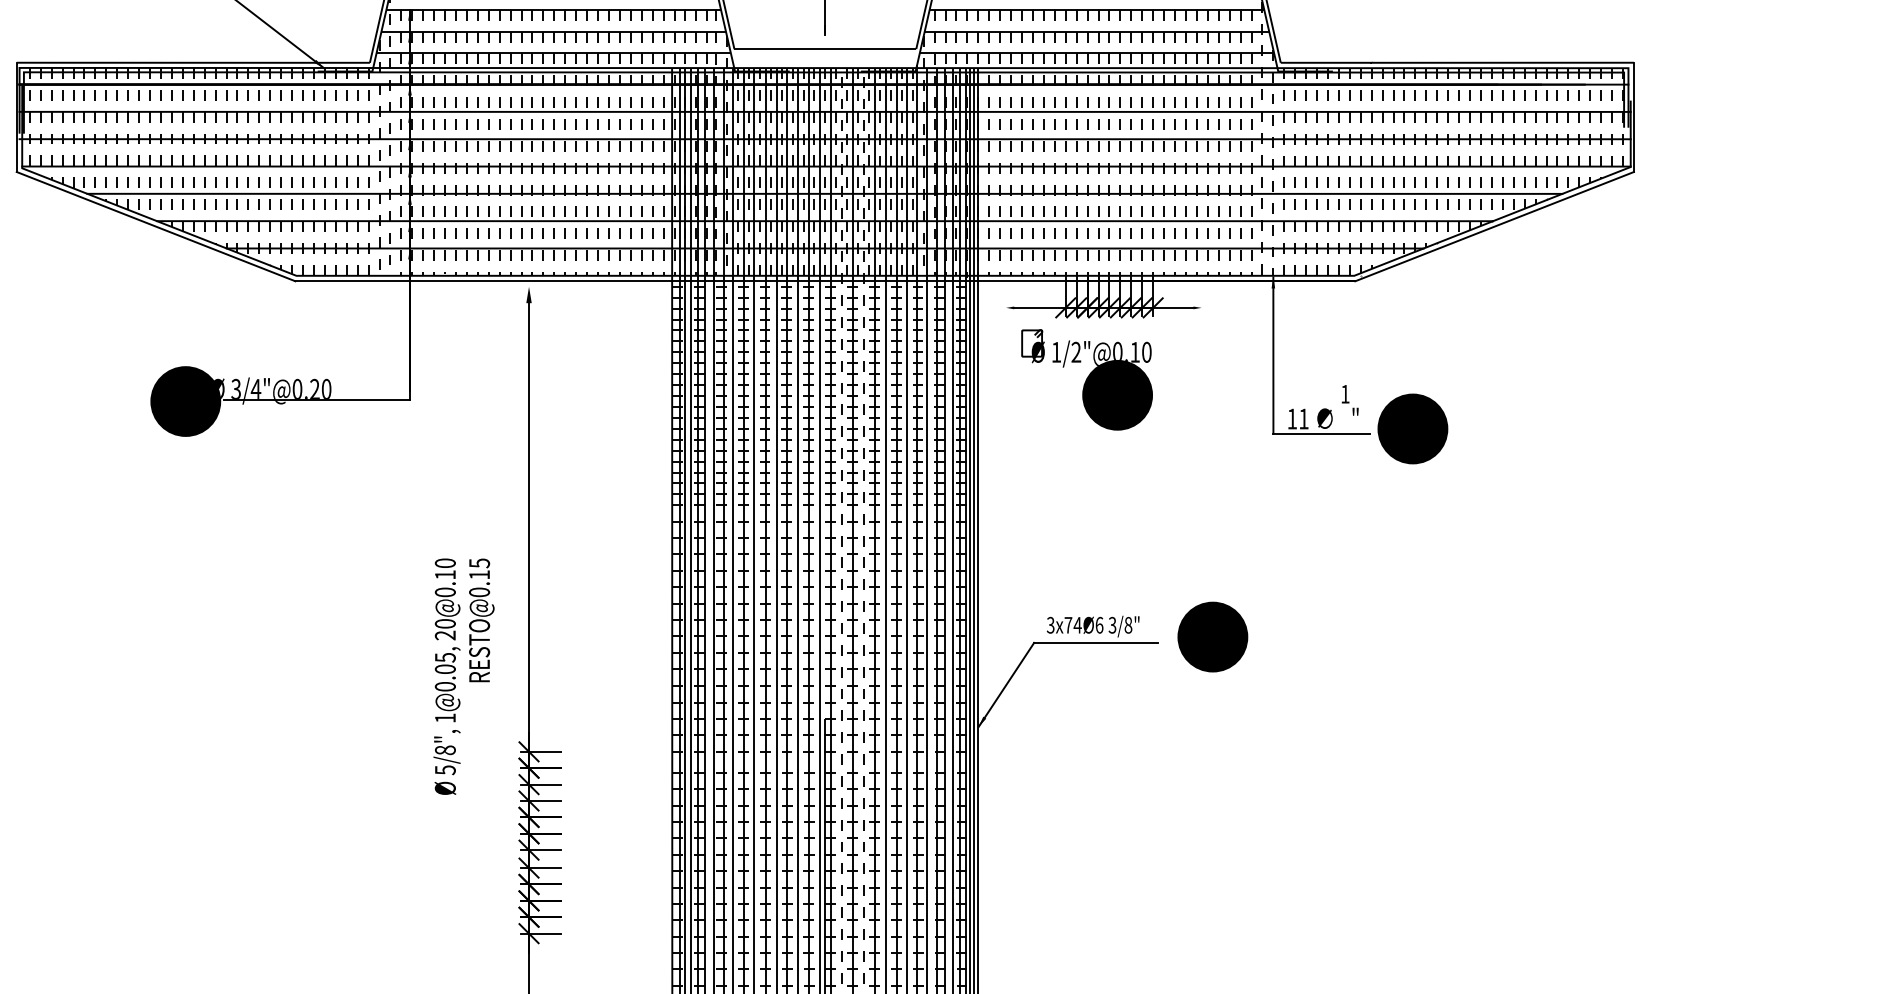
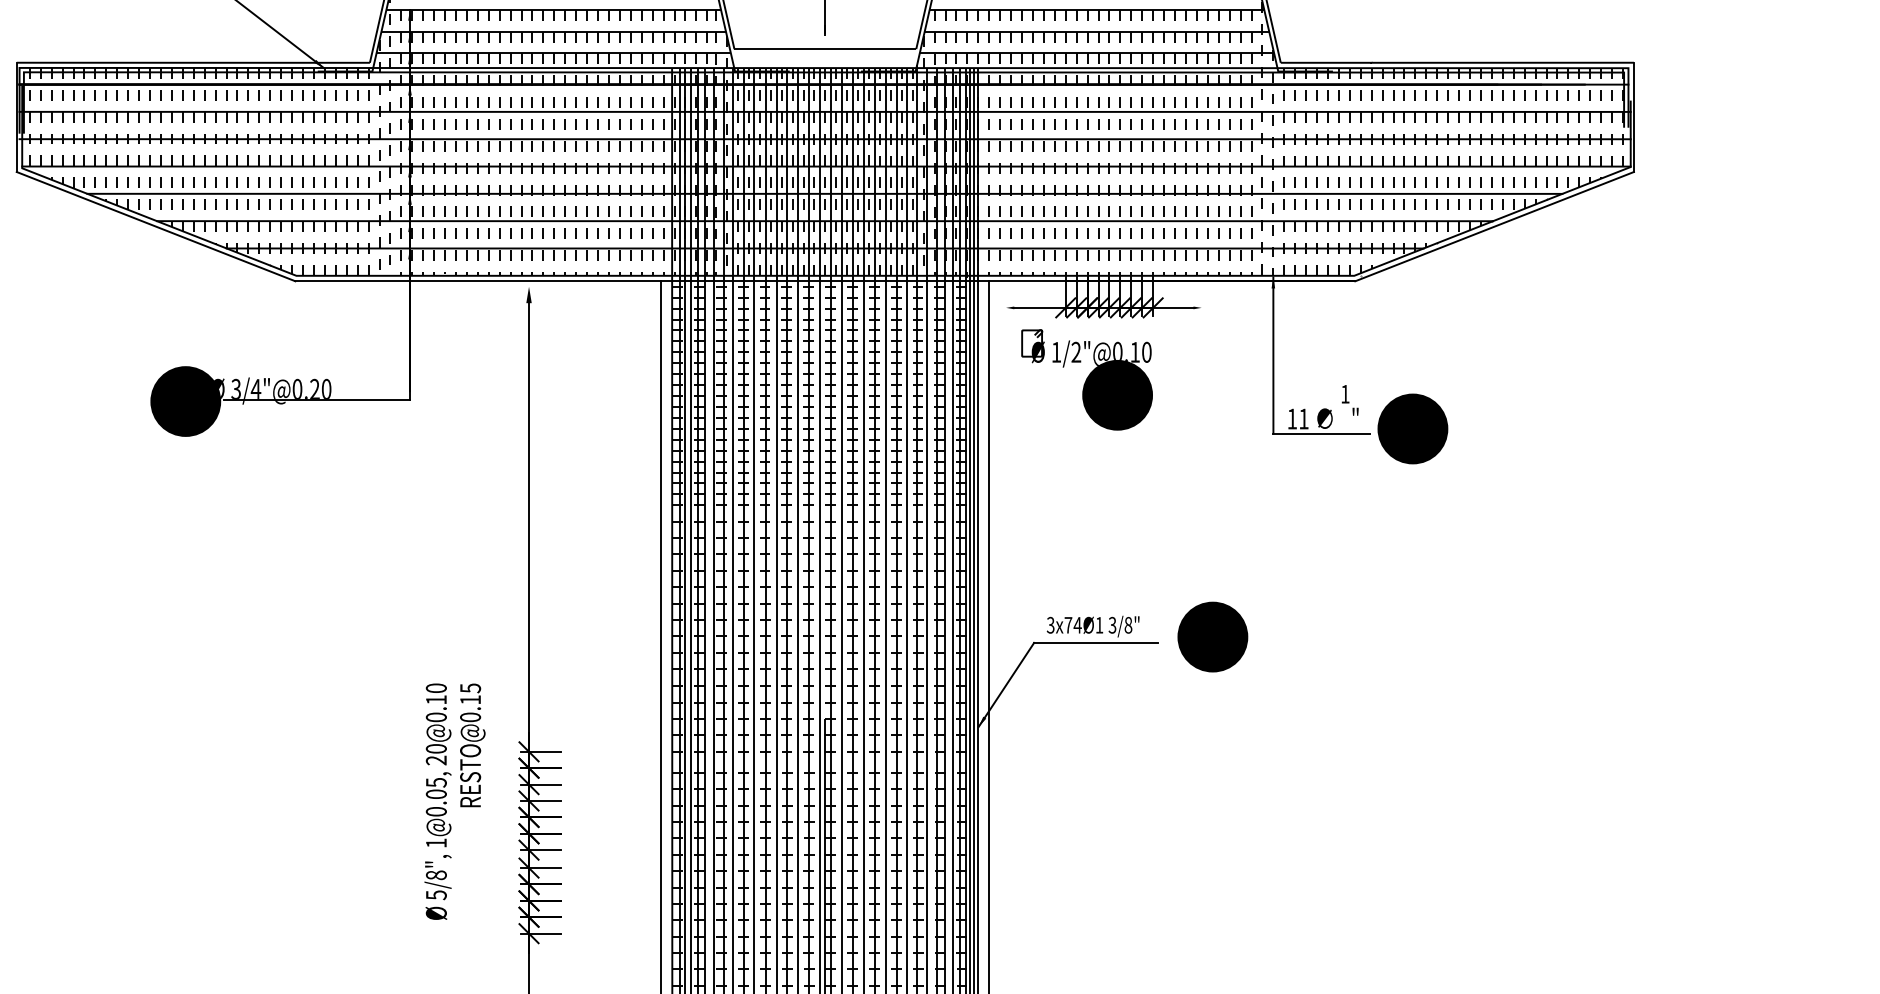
line at (842, 530): dashed -> solid
line at (863, 530): dashed -> solid
text at (1099, 624): 3x74Ø6 -> 3x74Ø1
line at (661, 635): none -> present
line at (989, 635): none -> present
text at (463, 676) position: (463, 676) -> (454, 801)
